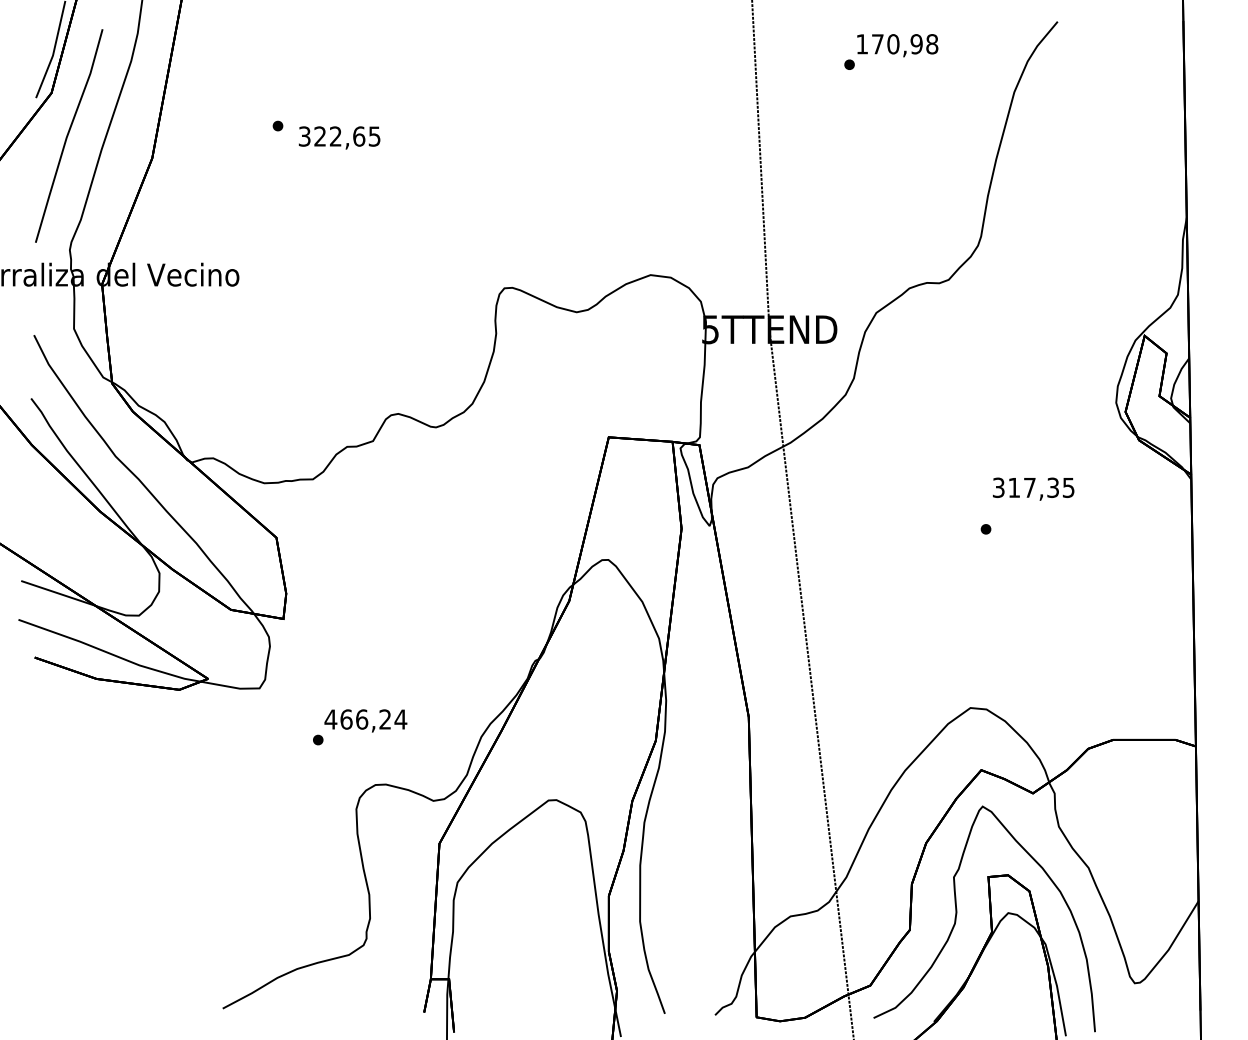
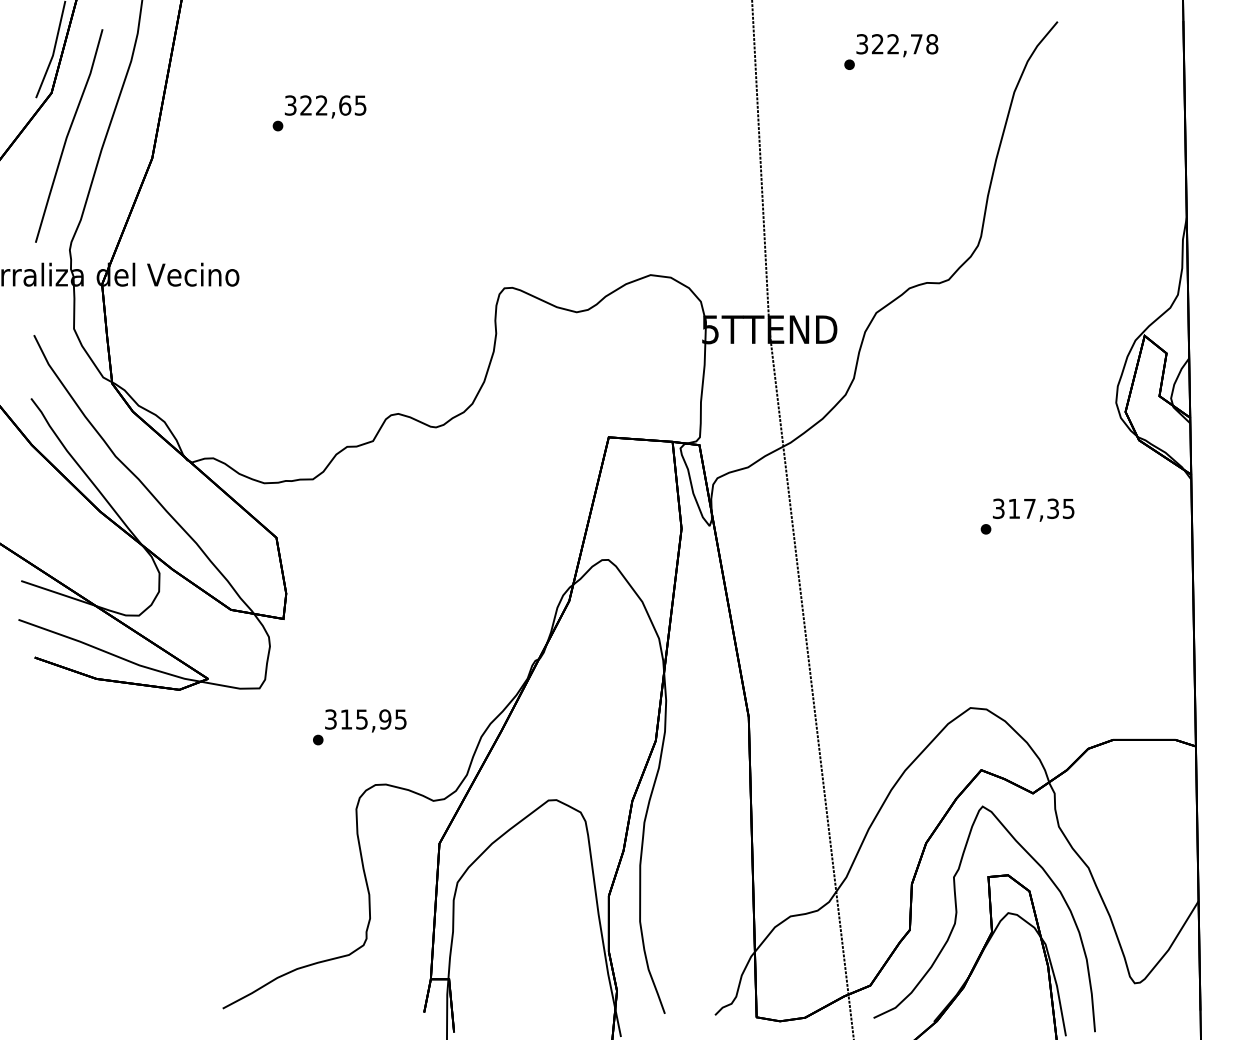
text at (889, 44): 170,98 -> 322,78
text at (339, 137) position: (339, 137) -> (325, 106)
text at (1033, 488) position: (1033, 488) -> (1033, 509)
text at (365, 719): 466,24 -> 315,95
